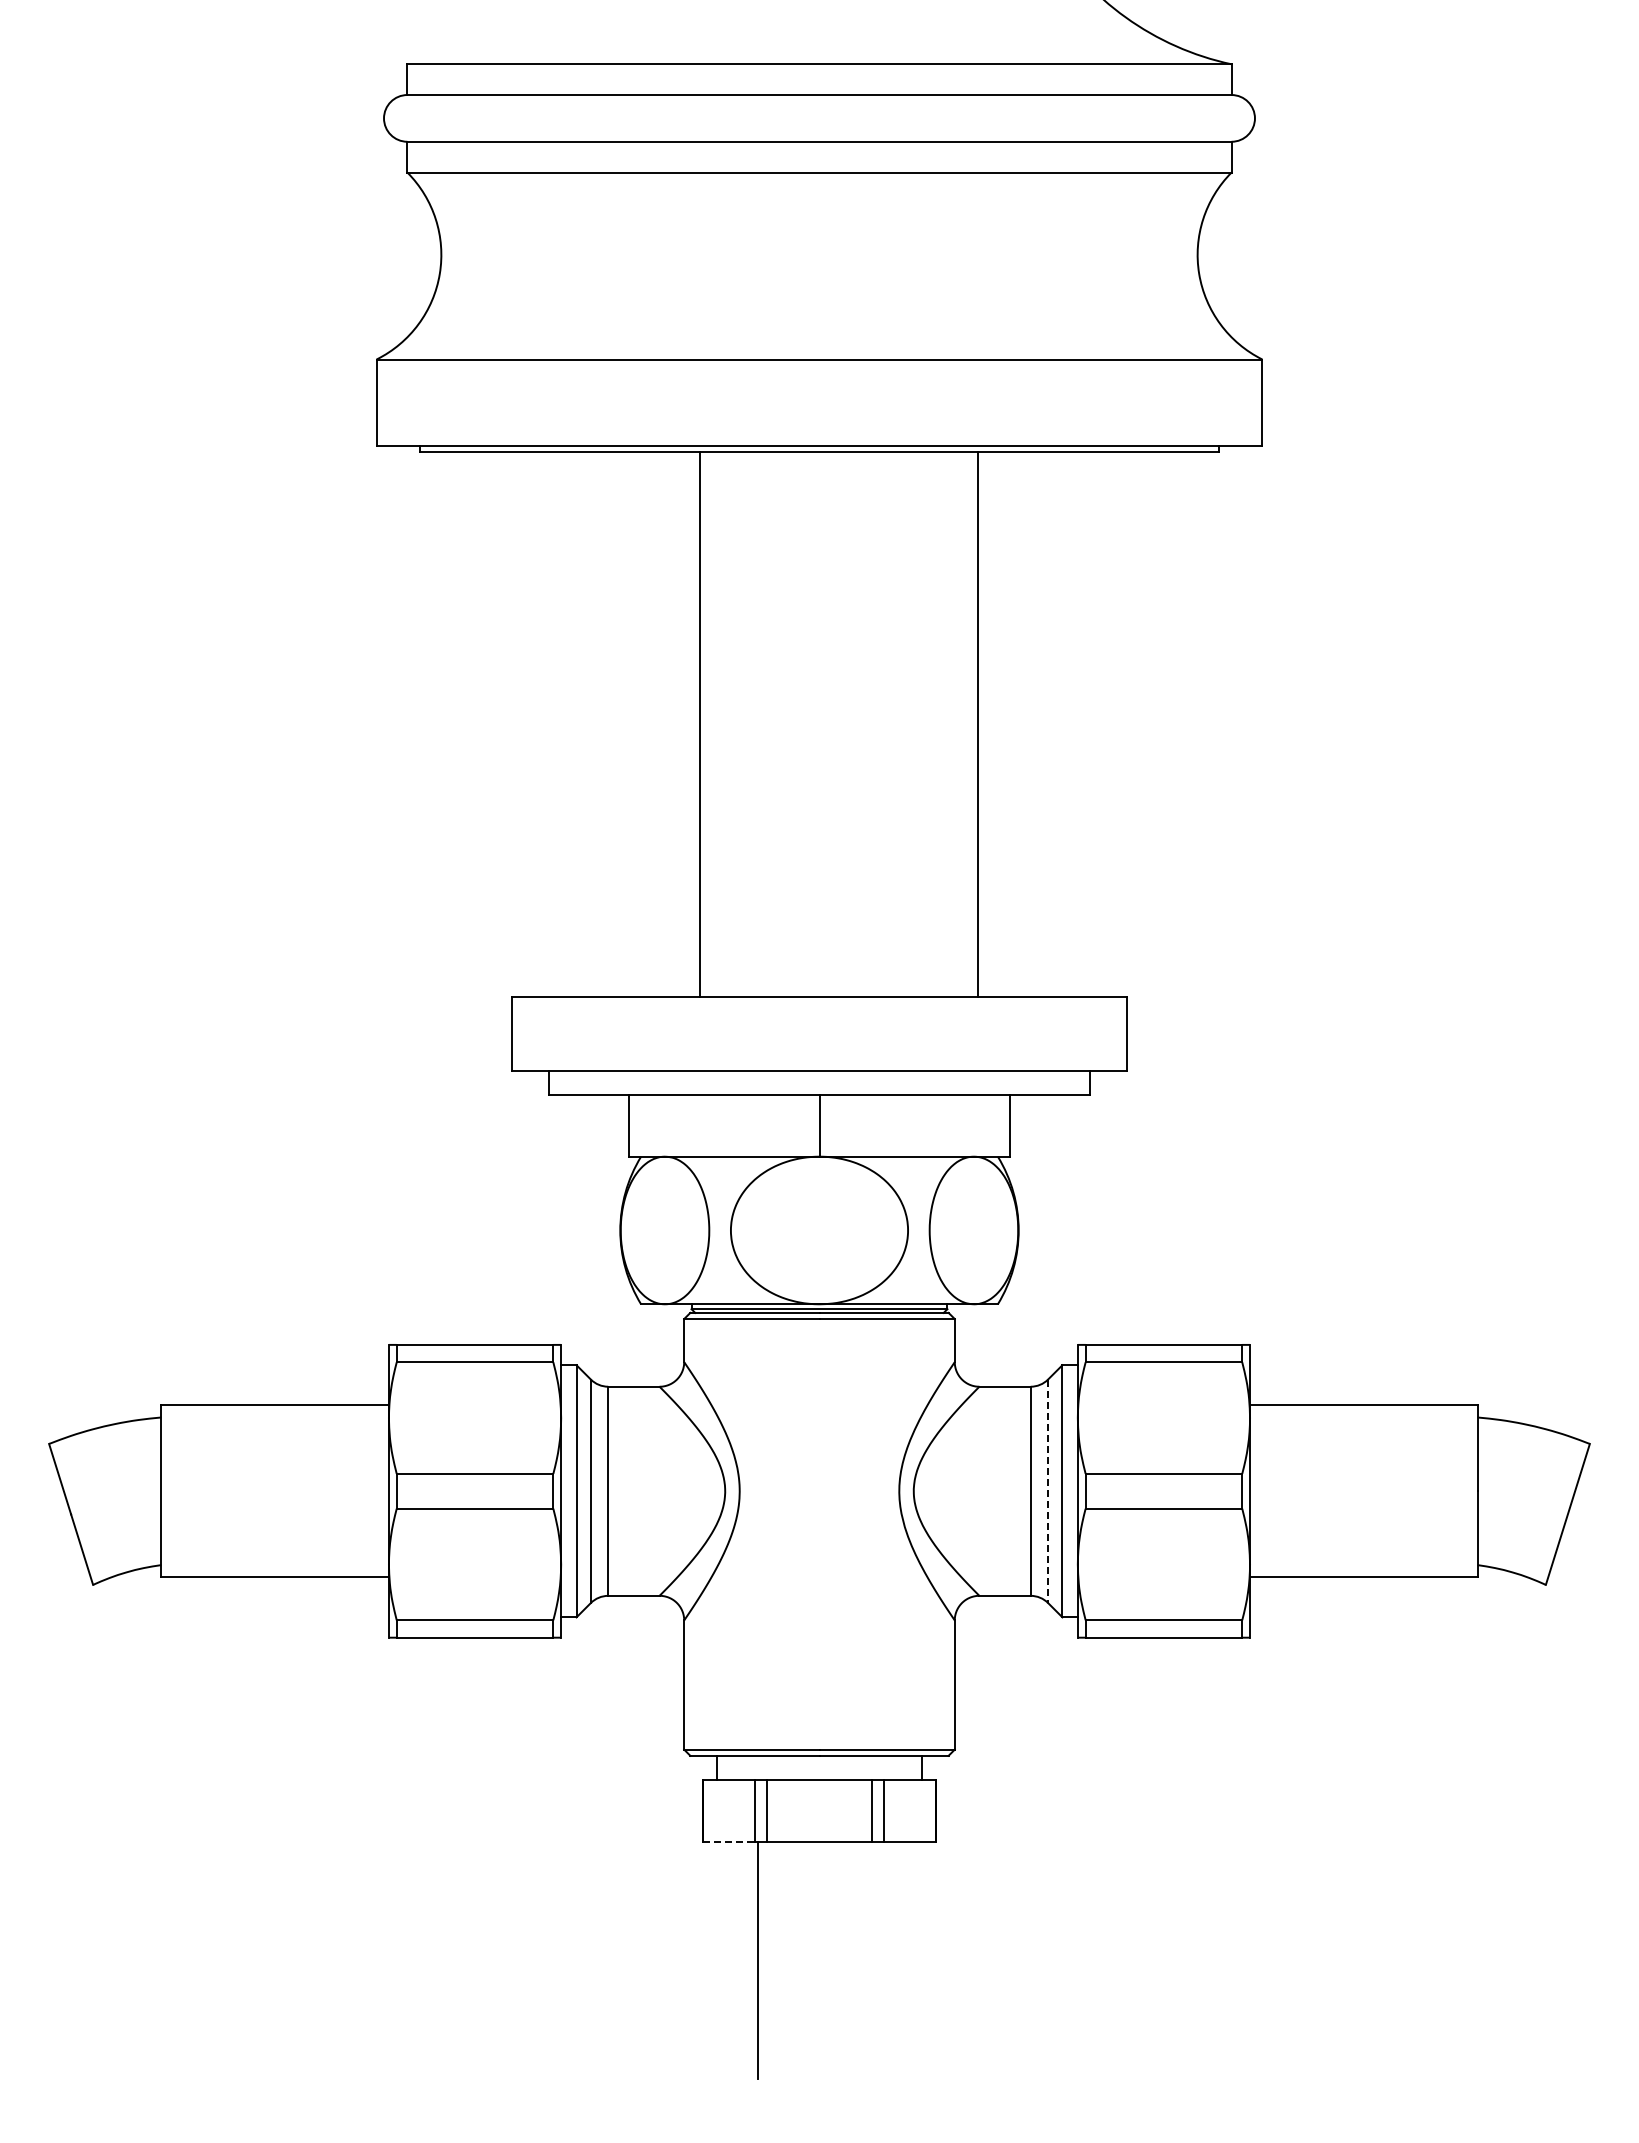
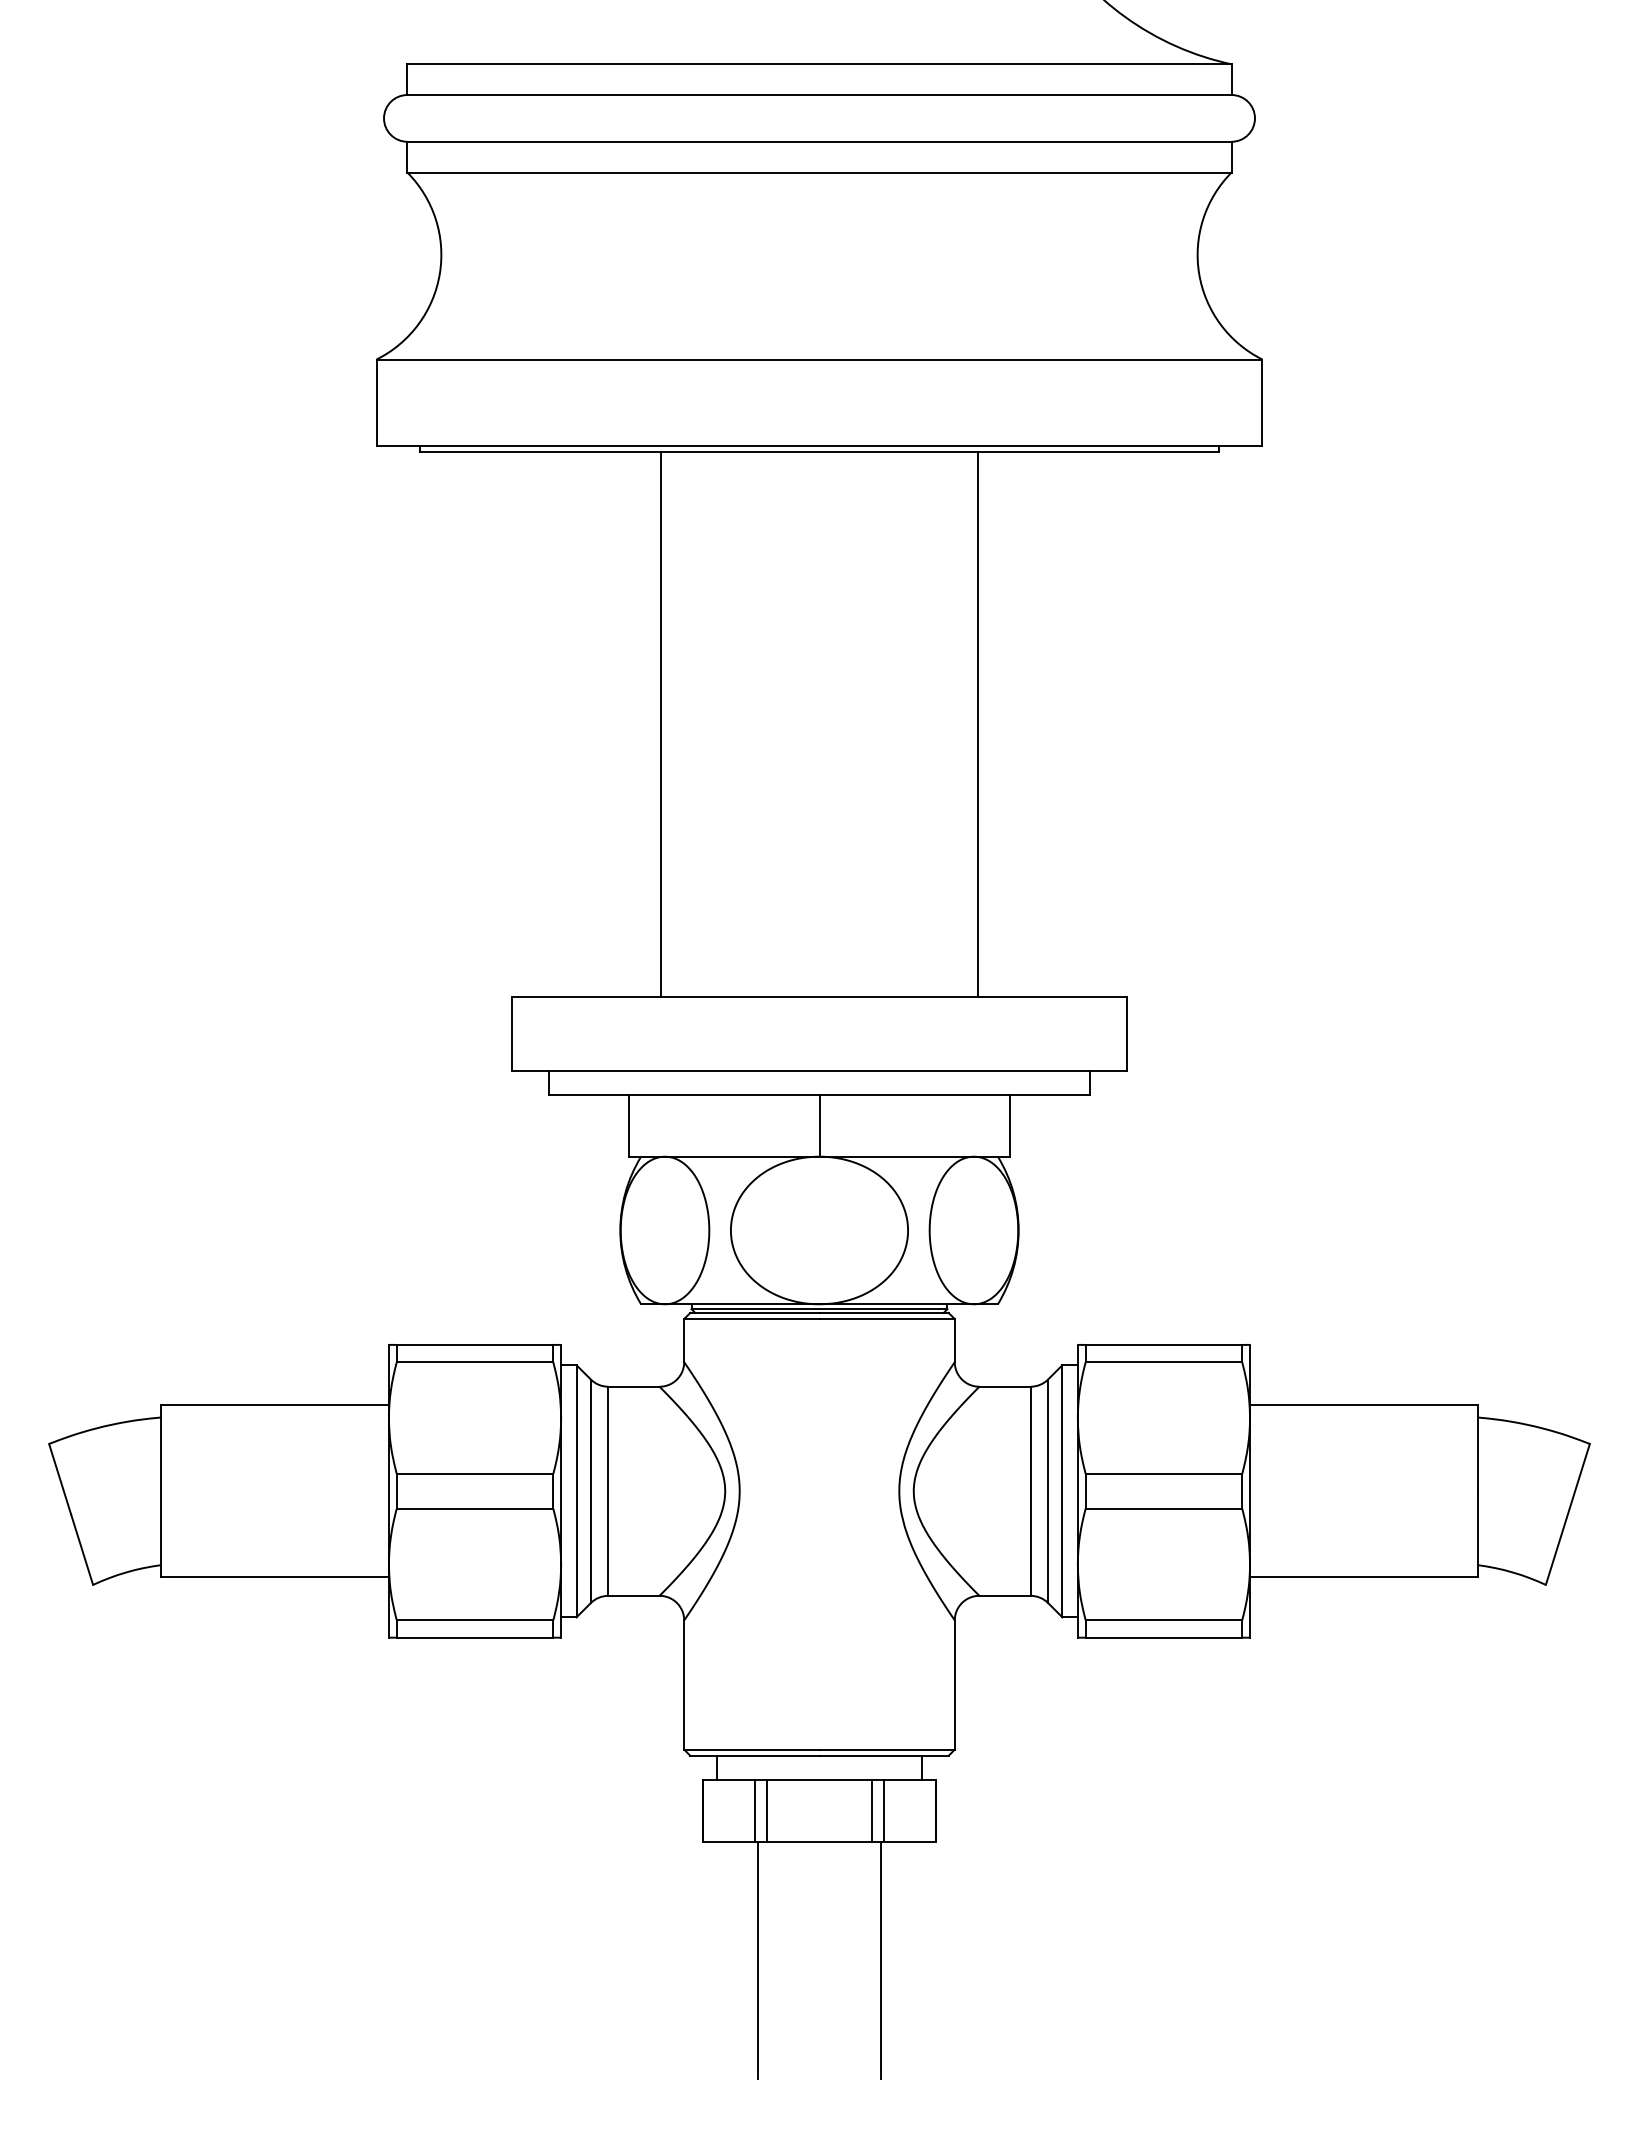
line at (699, 723) position: (699, 723) -> (660, 723)
line at (1048, 1491): dashed -> solid
line at (729, 1841): dashed -> solid
line at (881, 1959): none -> present
